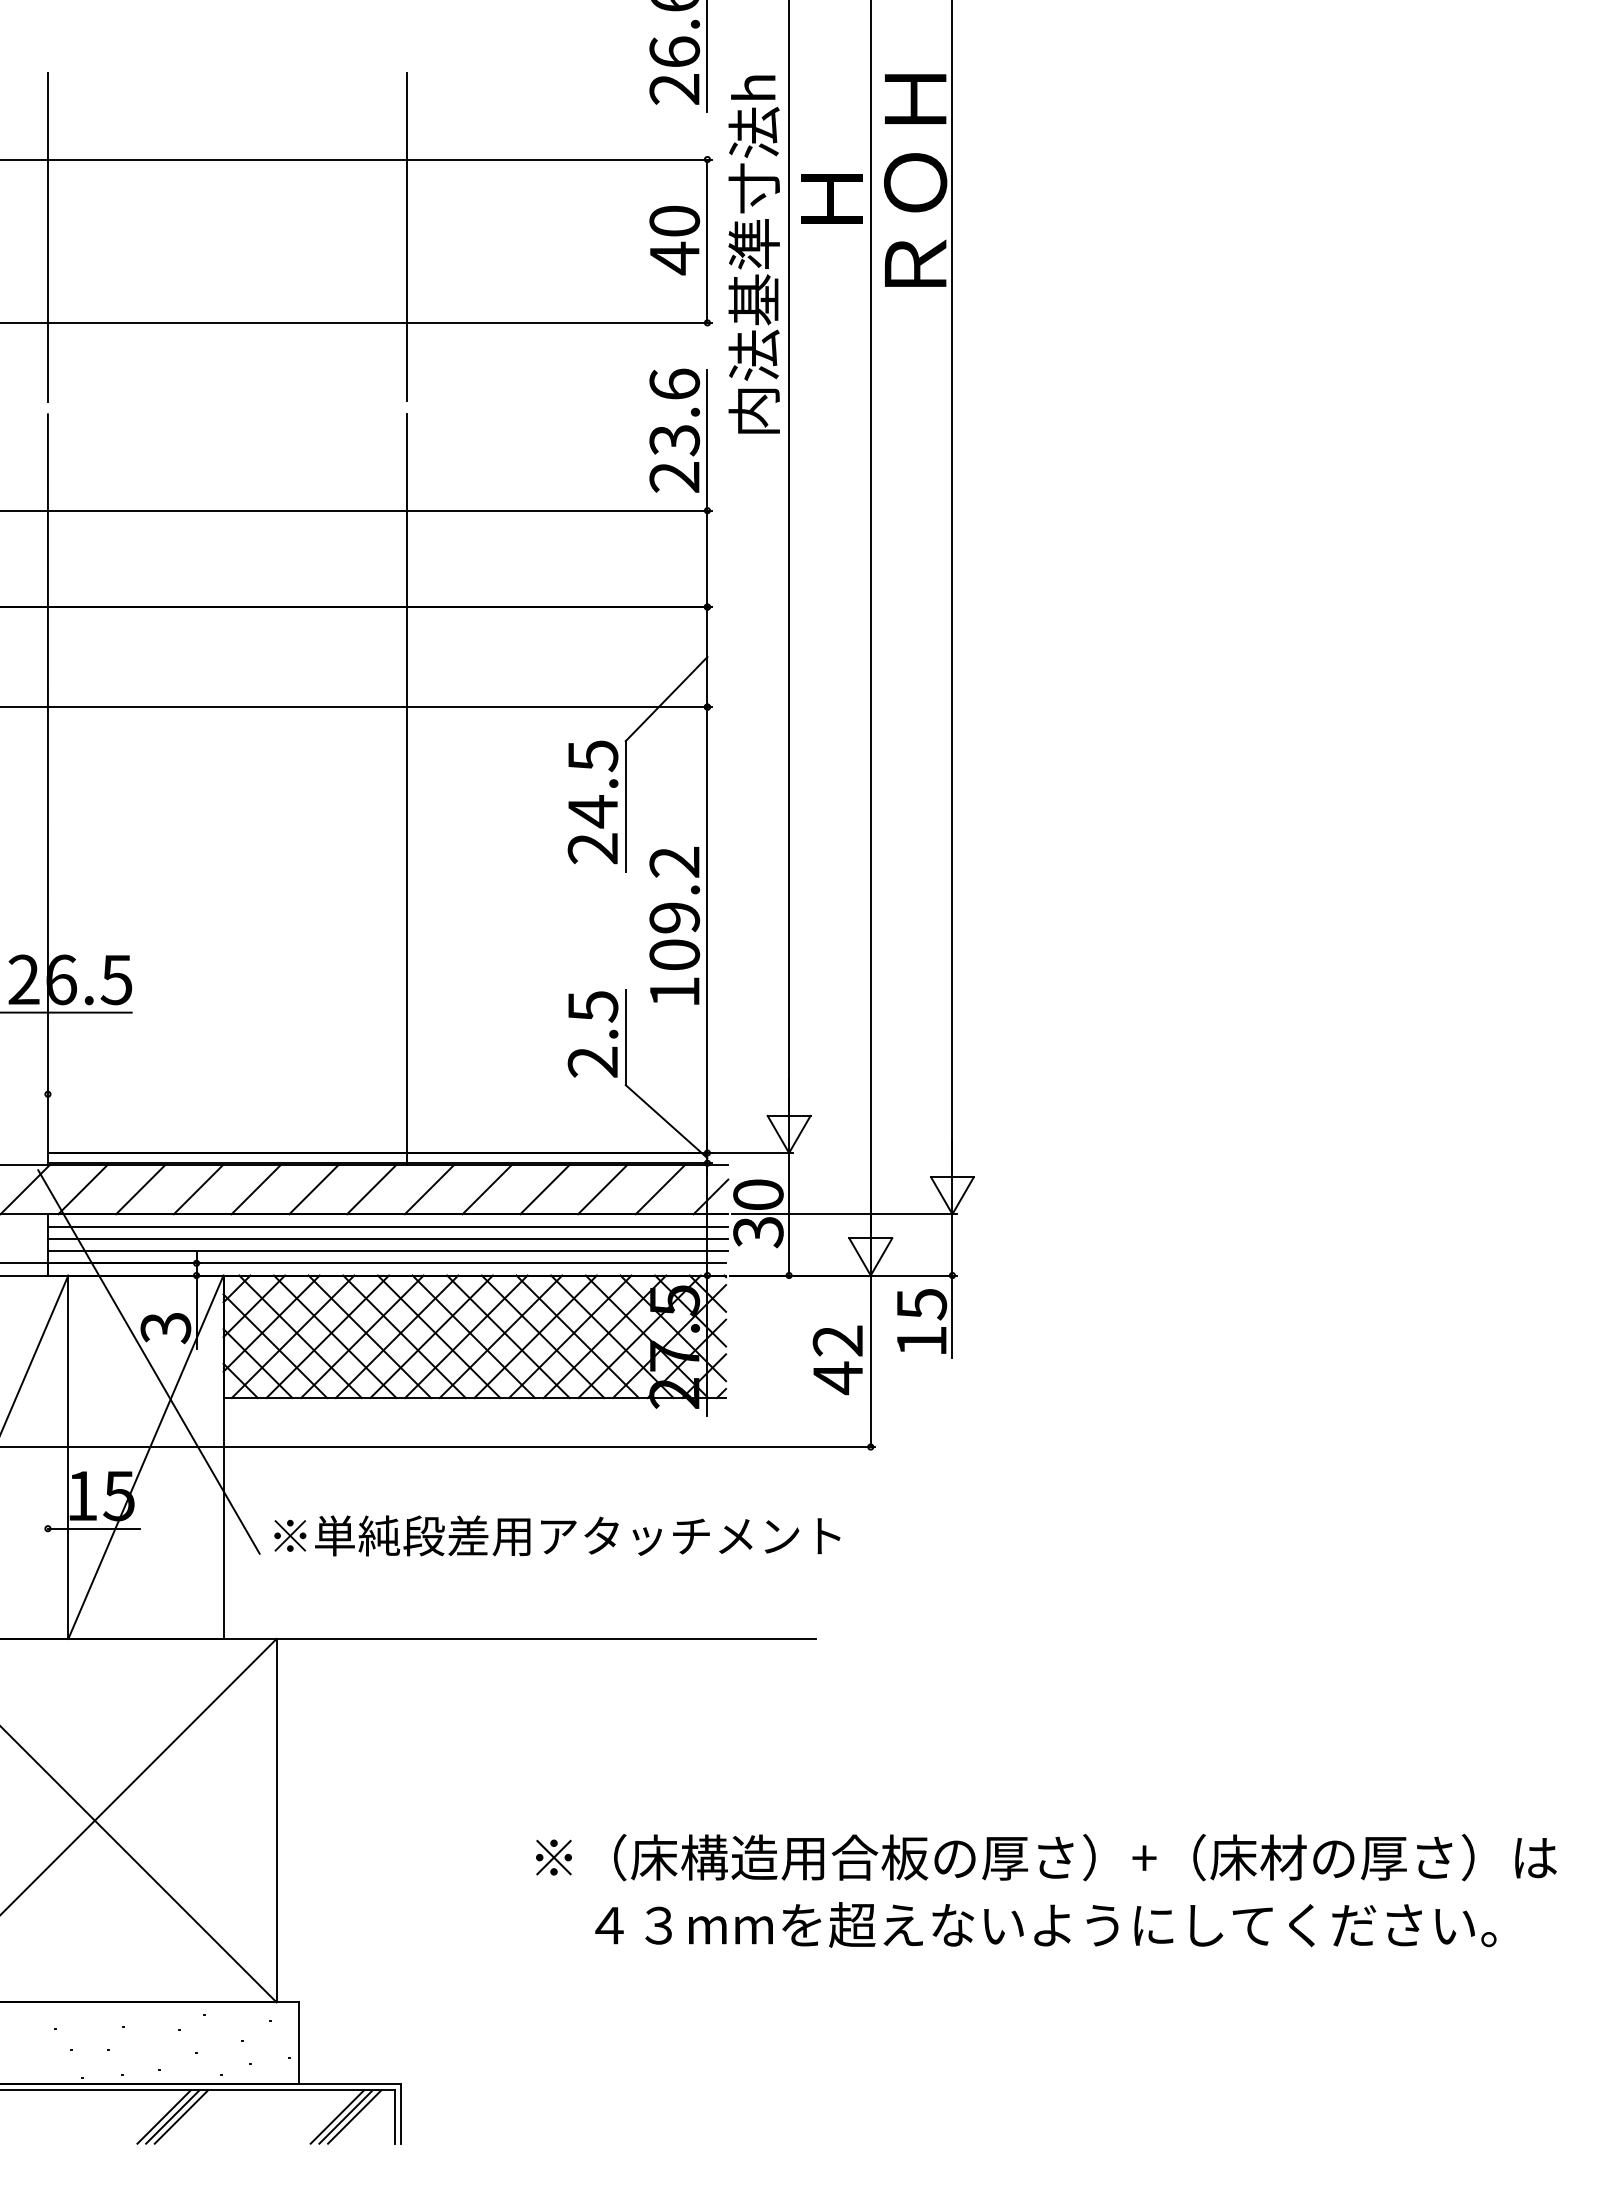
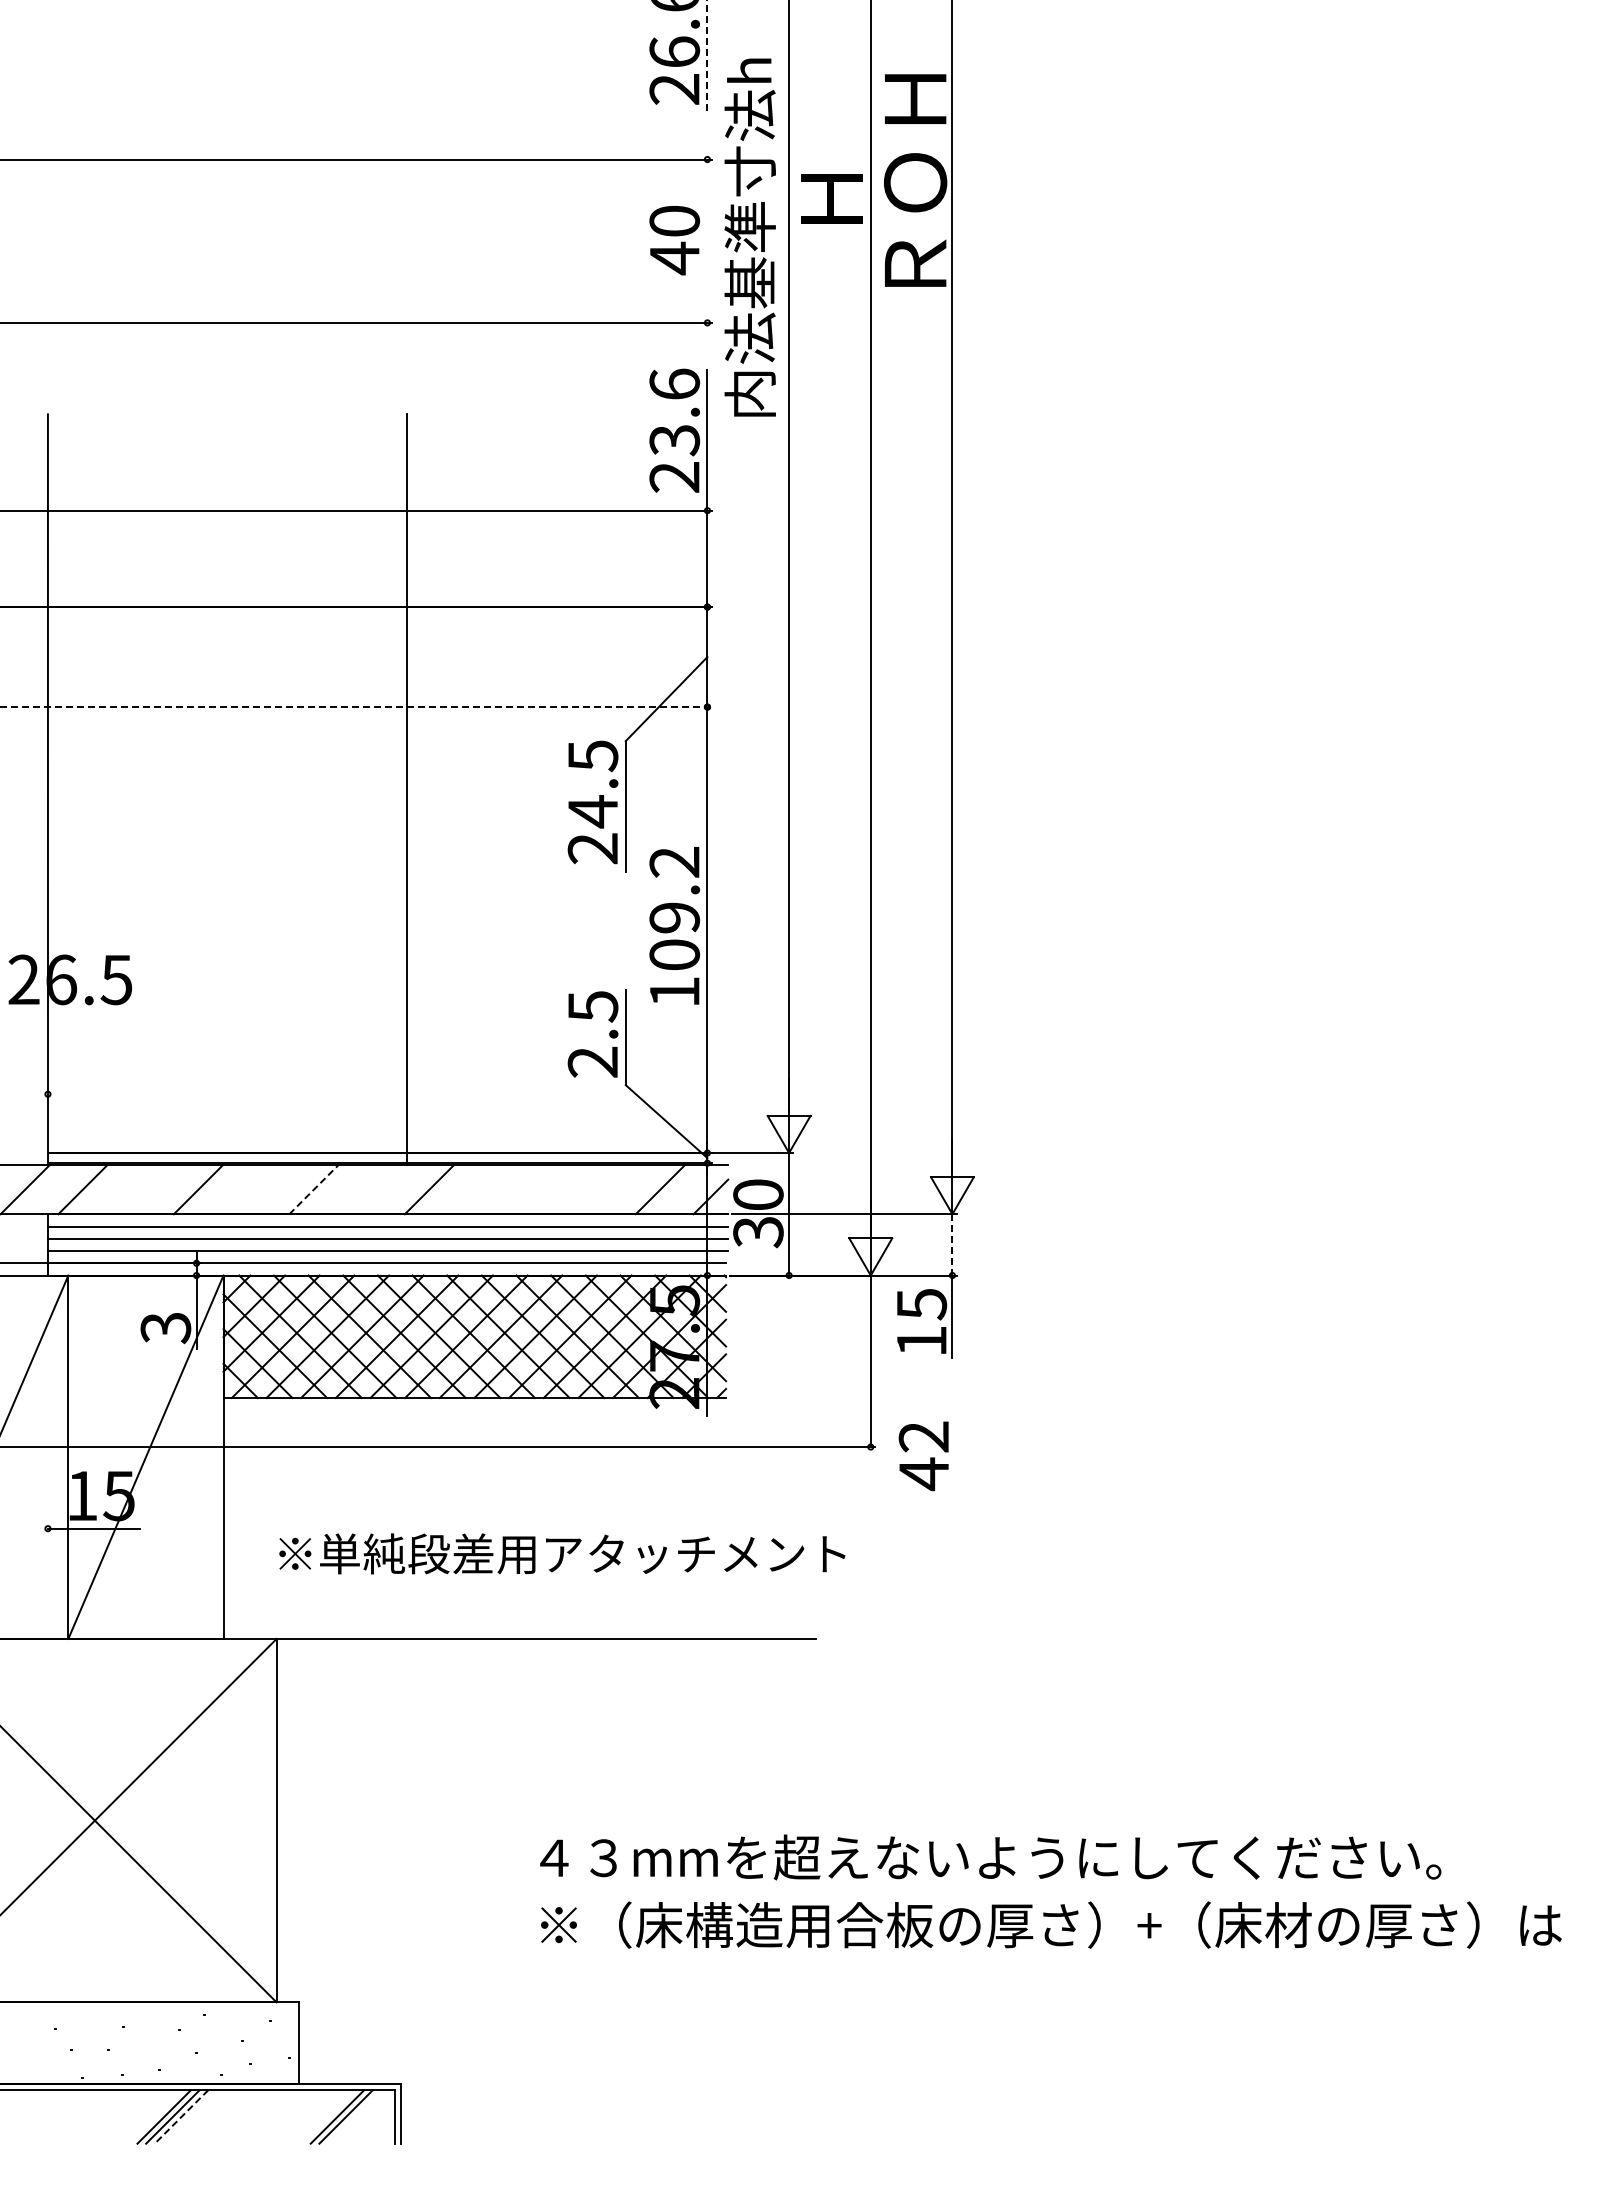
line at (707, 56): solid -> dashed
line at (47, 237): present -> none
line at (407, 237): present -> none
line at (707, 240): present -> none
text at (753, 254) position: (753, 254) -> (749, 237)
line at (355, 707): solid -> dashed
line at (66, 1012): present -> none
line at (140, 1189): present -> none
line at (255, 1189): present -> none
line at (313, 1189): solid -> dashed
line at (371, 1189): present -> none
line at (486, 1189): present -> none
line at (544, 1189): present -> none
line at (602, 1189): present -> none
line at (952, 1244): solid -> dashed
text at (837, 1360) position: (837, 1360) -> (923, 1456)
line at (148, 1361): present -> none
text at (557, 1535) position: (557, 1535) -> (562, 1553)
text at (1046, 1857): ※（床構造用合板の厚さ）+（床材の厚さ）は -> ４３mmを超えないようにしてください。
text at (1051, 1924): ４３mmを超えないようにしてください。 -> ※（床構造用合板の厚さ）+（床材の厚さ）は
line at (181, 2116): solid -> dashed
line at (354, 2116): present -> none
